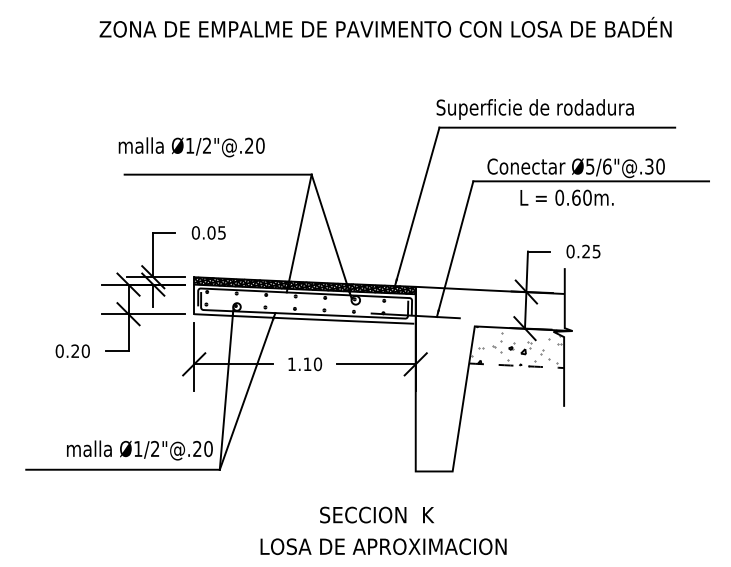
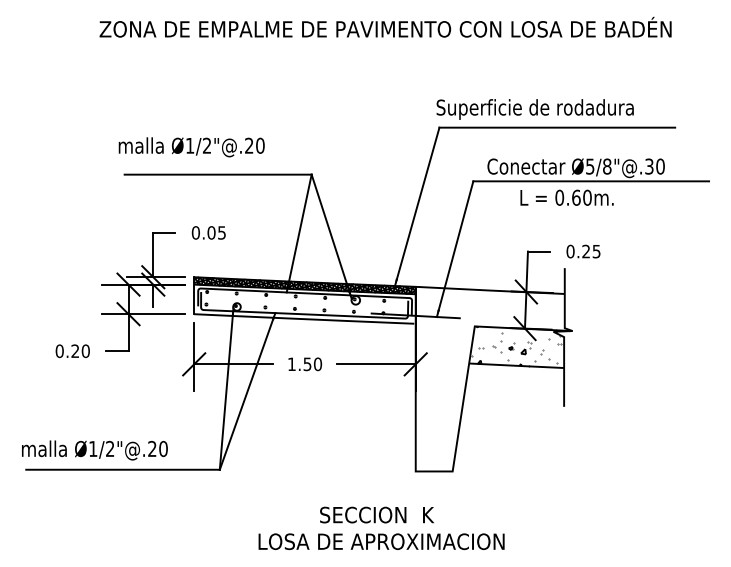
text at (607, 166): Ø5/6"@.30 -> Ø5/8"@.30
text at (307, 364): 1.10 -> 1.50
arc at (516, 365): dashed -> solid
text at (139, 450) position: (139, 450) -> (94, 450)
text at (383, 546) position: (383, 546) -> (381, 541)
